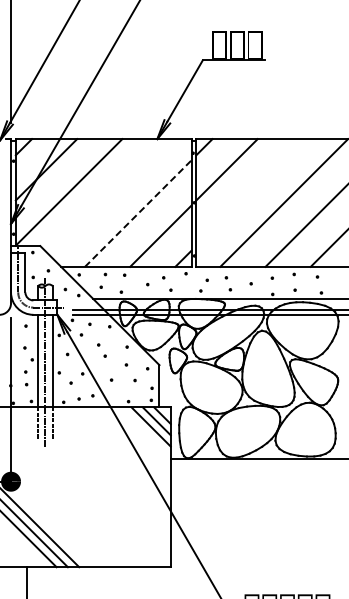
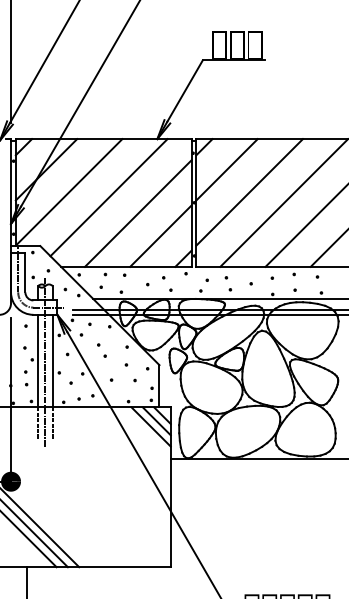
line at (249, 192): none -> present
line at (108, 197): none -> present
line at (138, 213): dashed -> solid
